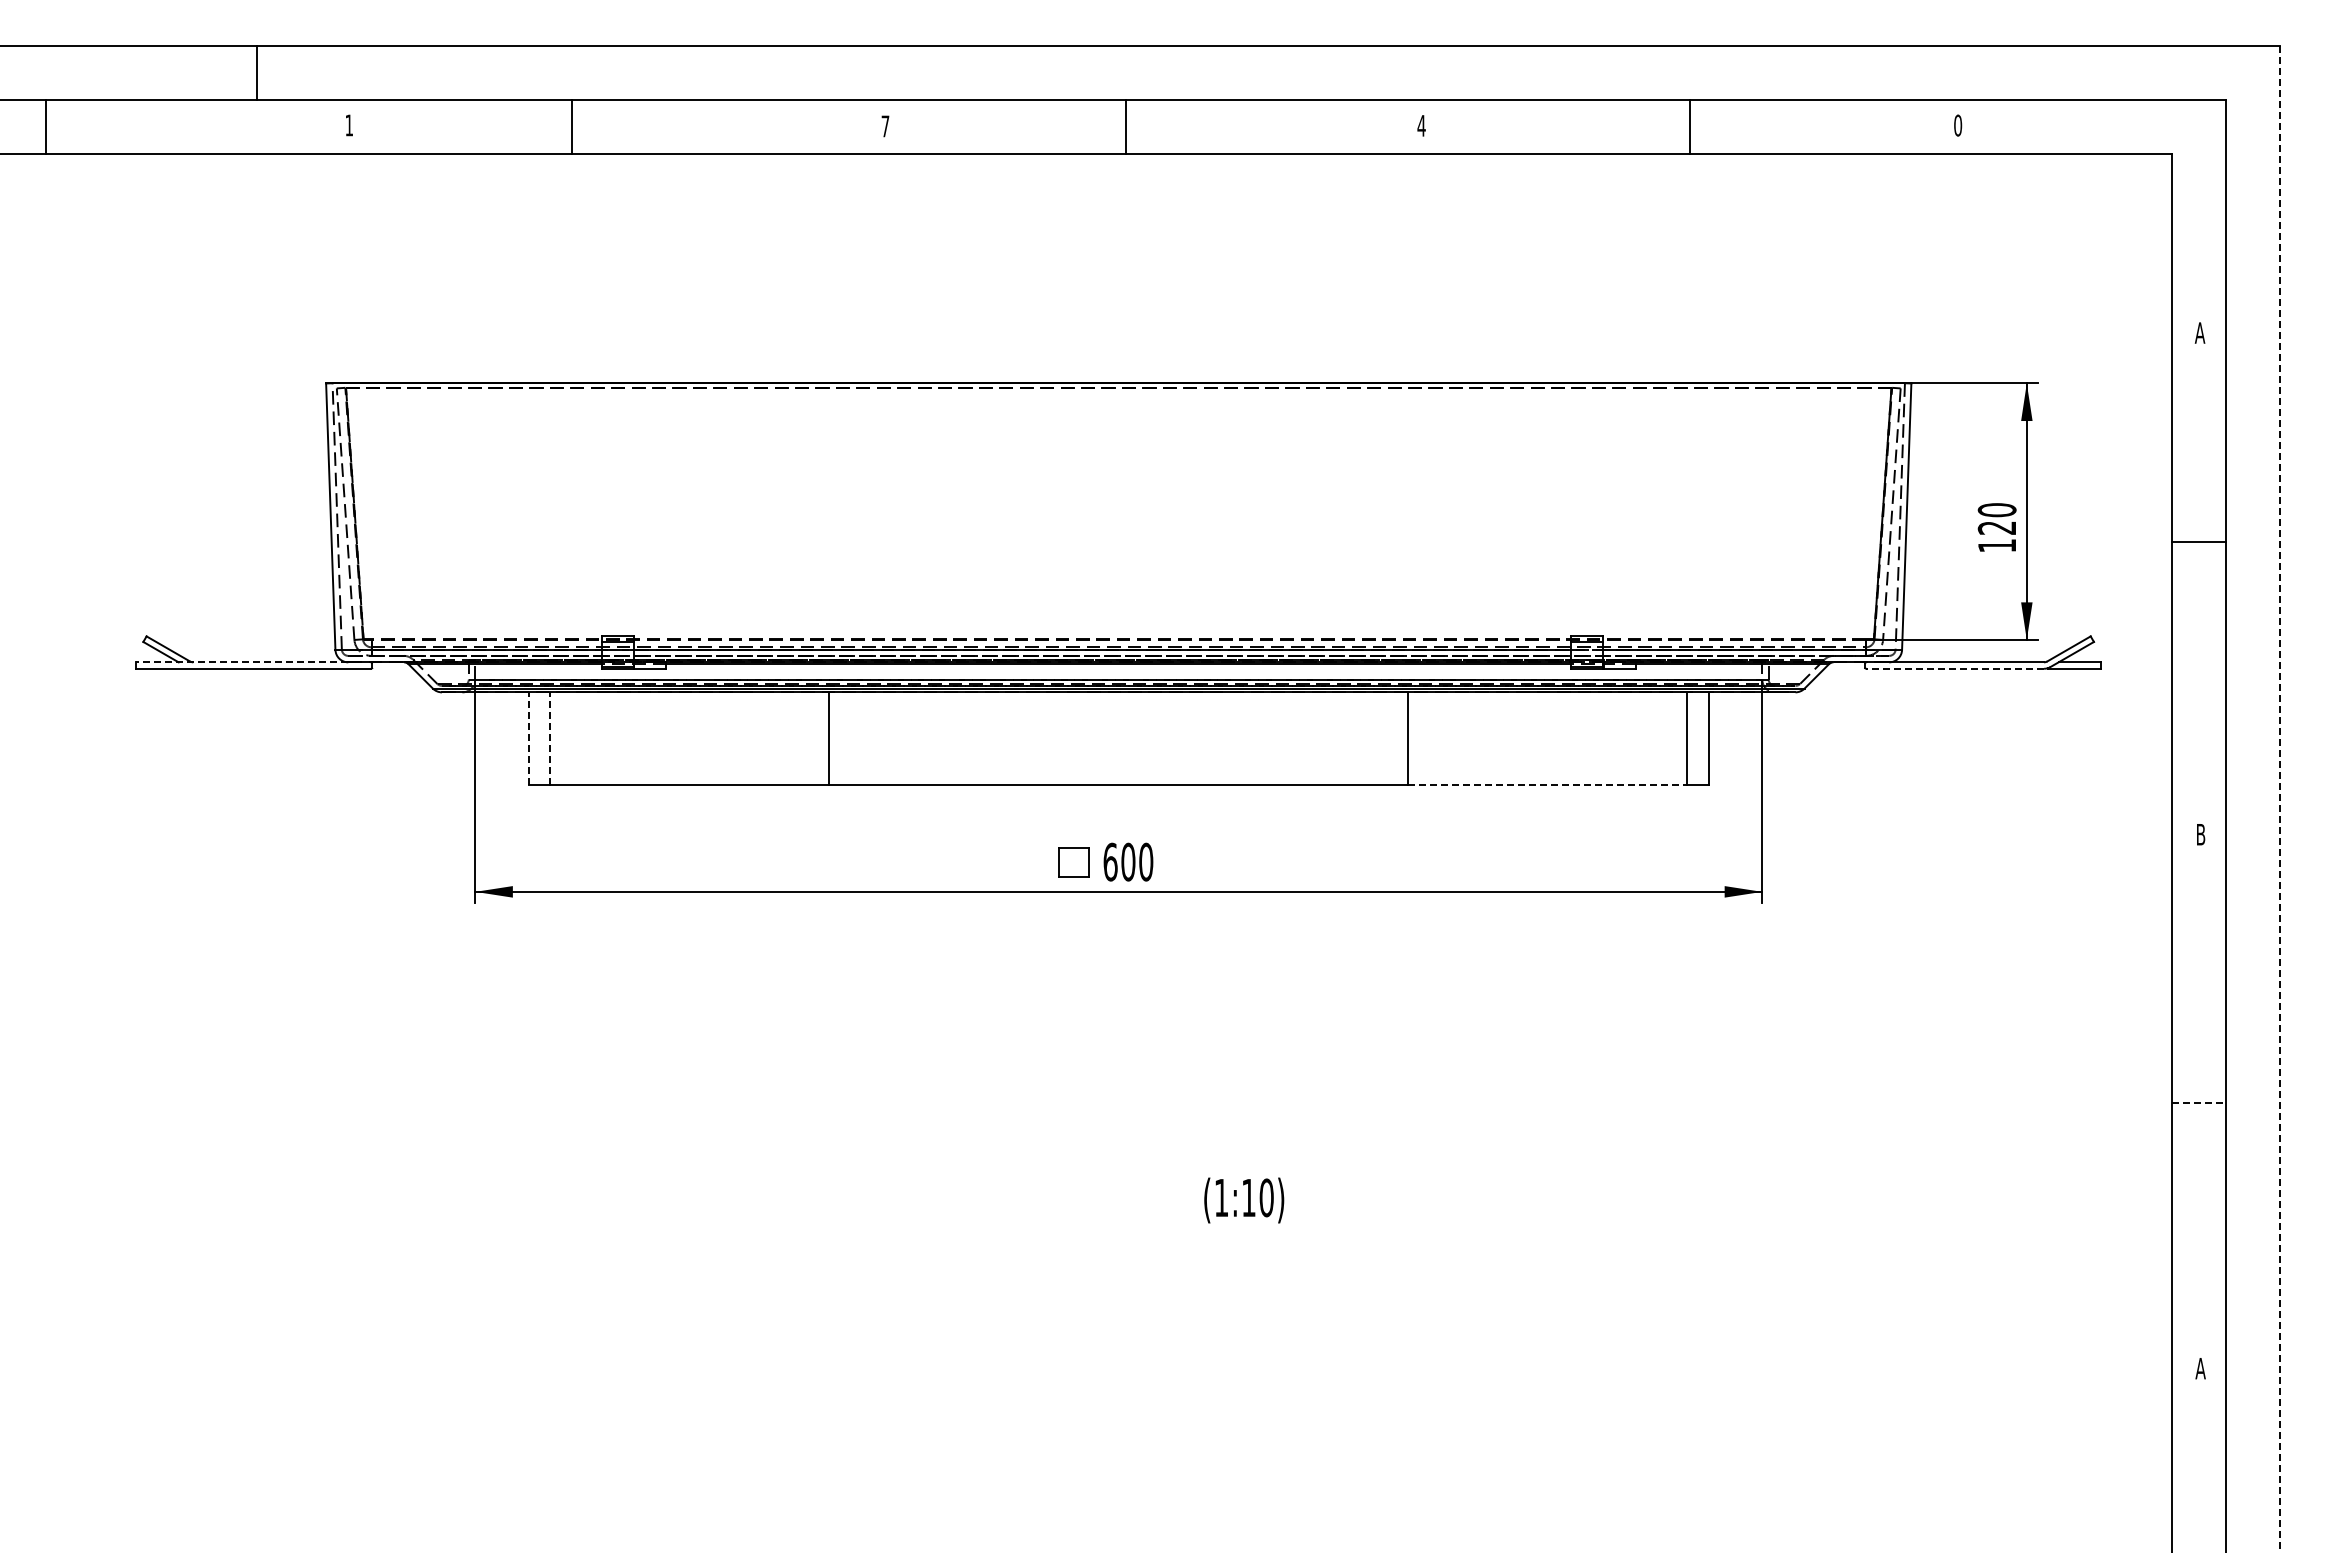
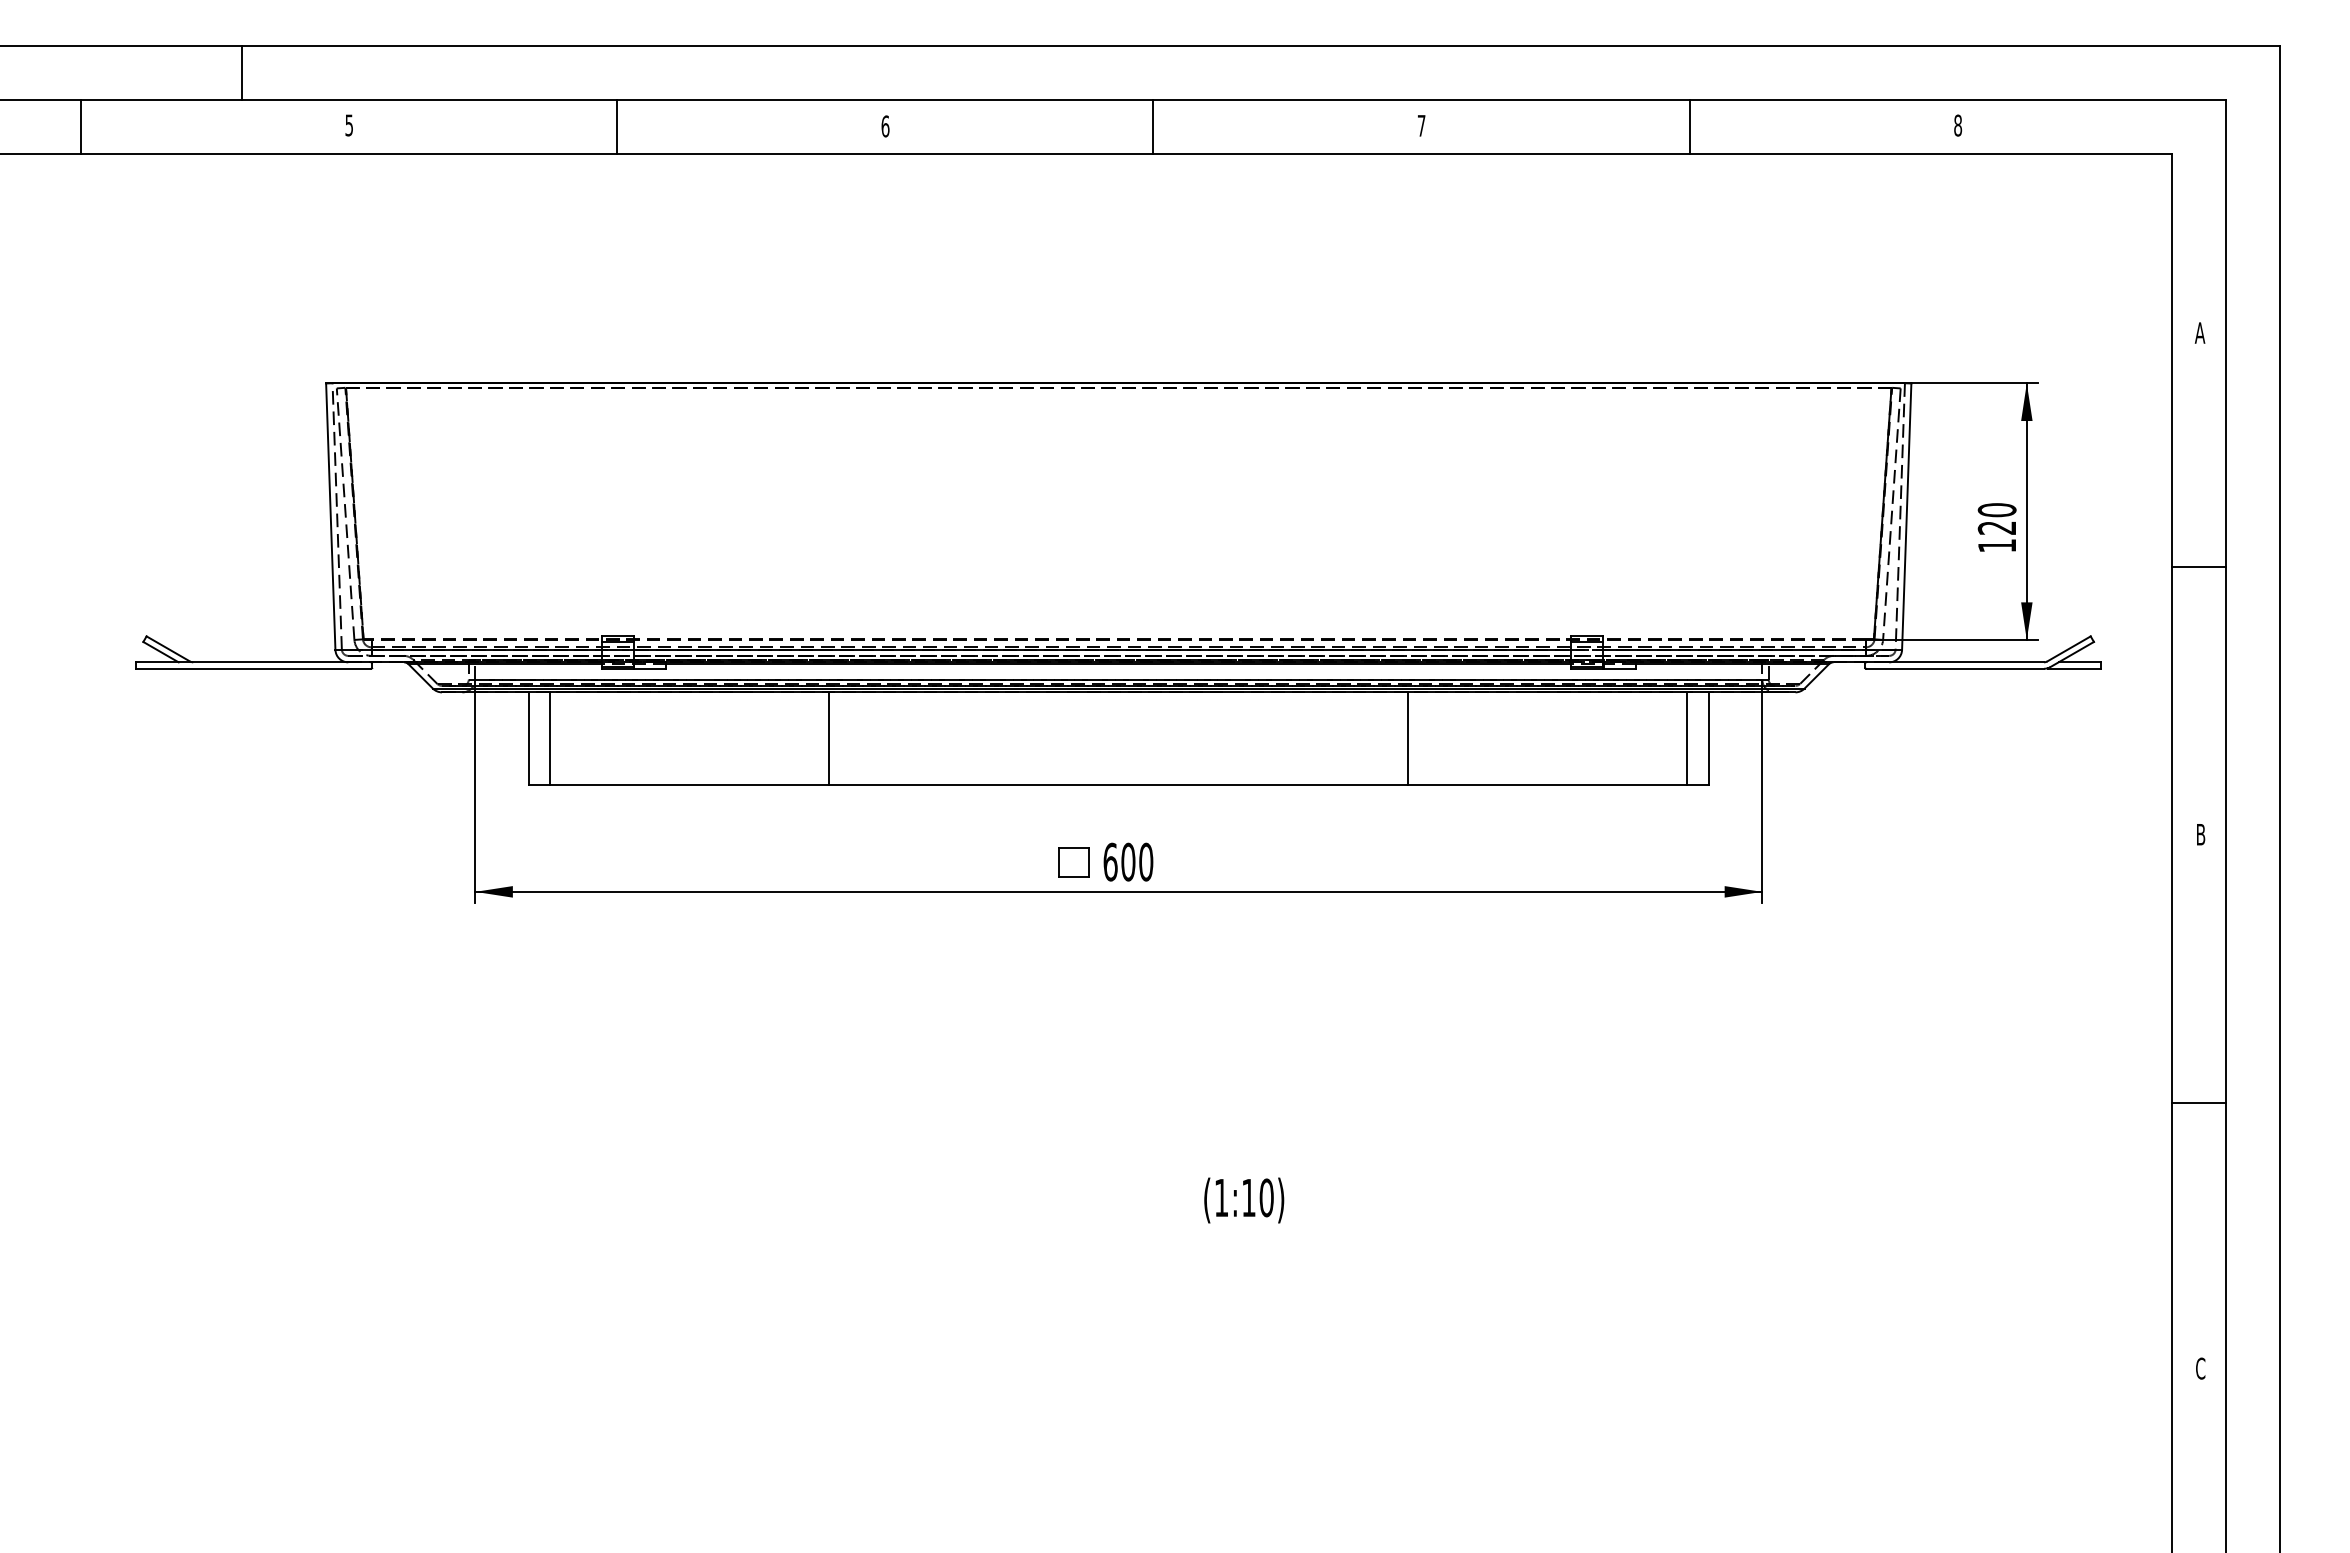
line at (256, 73) position: (256, 73) -> (241, 73)
text at (348, 125): 1 -> 5
text at (1421, 125): 4 -> 7
text at (1958, 125): 0 -> 8
line at (45, 126) position: (45, 126) -> (80, 126)
line at (572, 126) position: (572, 126) -> (617, 126)
text at (885, 126): 7 -> 6
line at (1126, 126) position: (1126, 126) -> (1153, 126)
line at (2198, 541) position: (2198, 541) -> (2198, 566)
line at (241, 662): dashed -> solid
line at (1955, 668): dashed -> solid
line at (528, 738): dashed -> solid
line at (550, 738): dashed -> solid
line at (1548, 784): dashed -> solid
line at (2279, 799): dashed -> solid
line at (2199, 1102): dashed -> solid
text at (2200, 1368): A -> C
